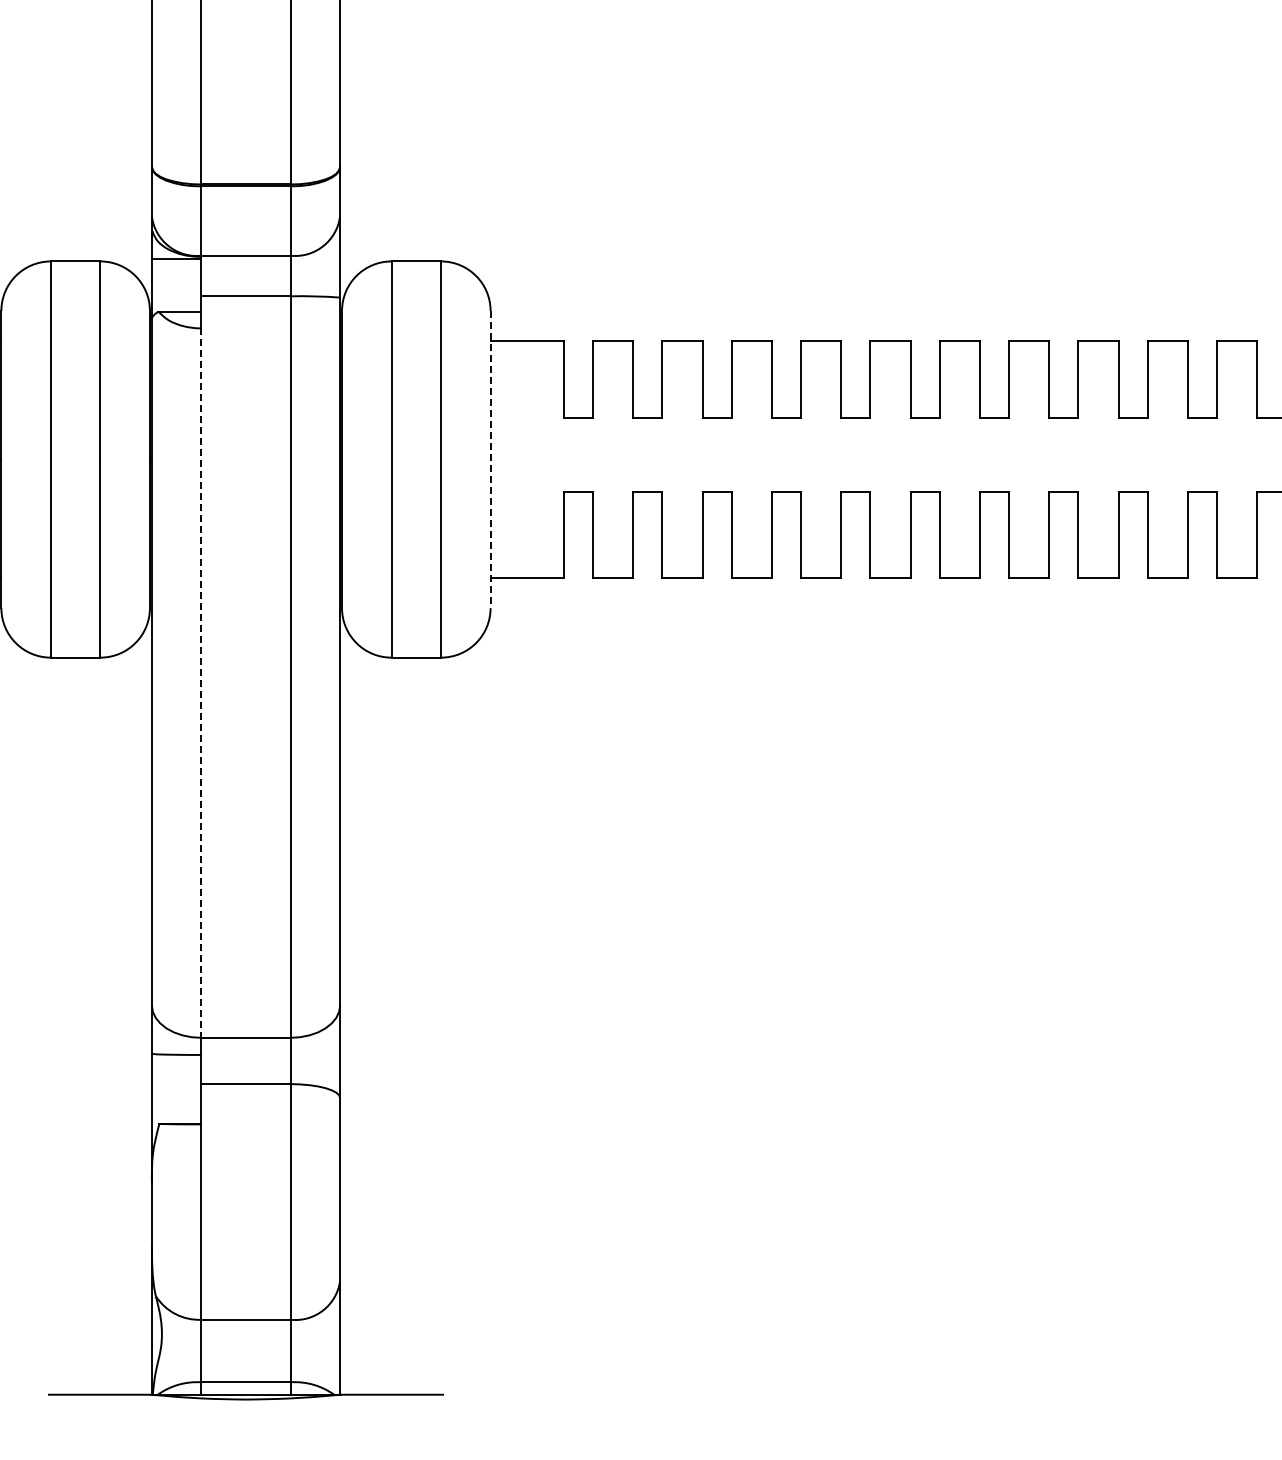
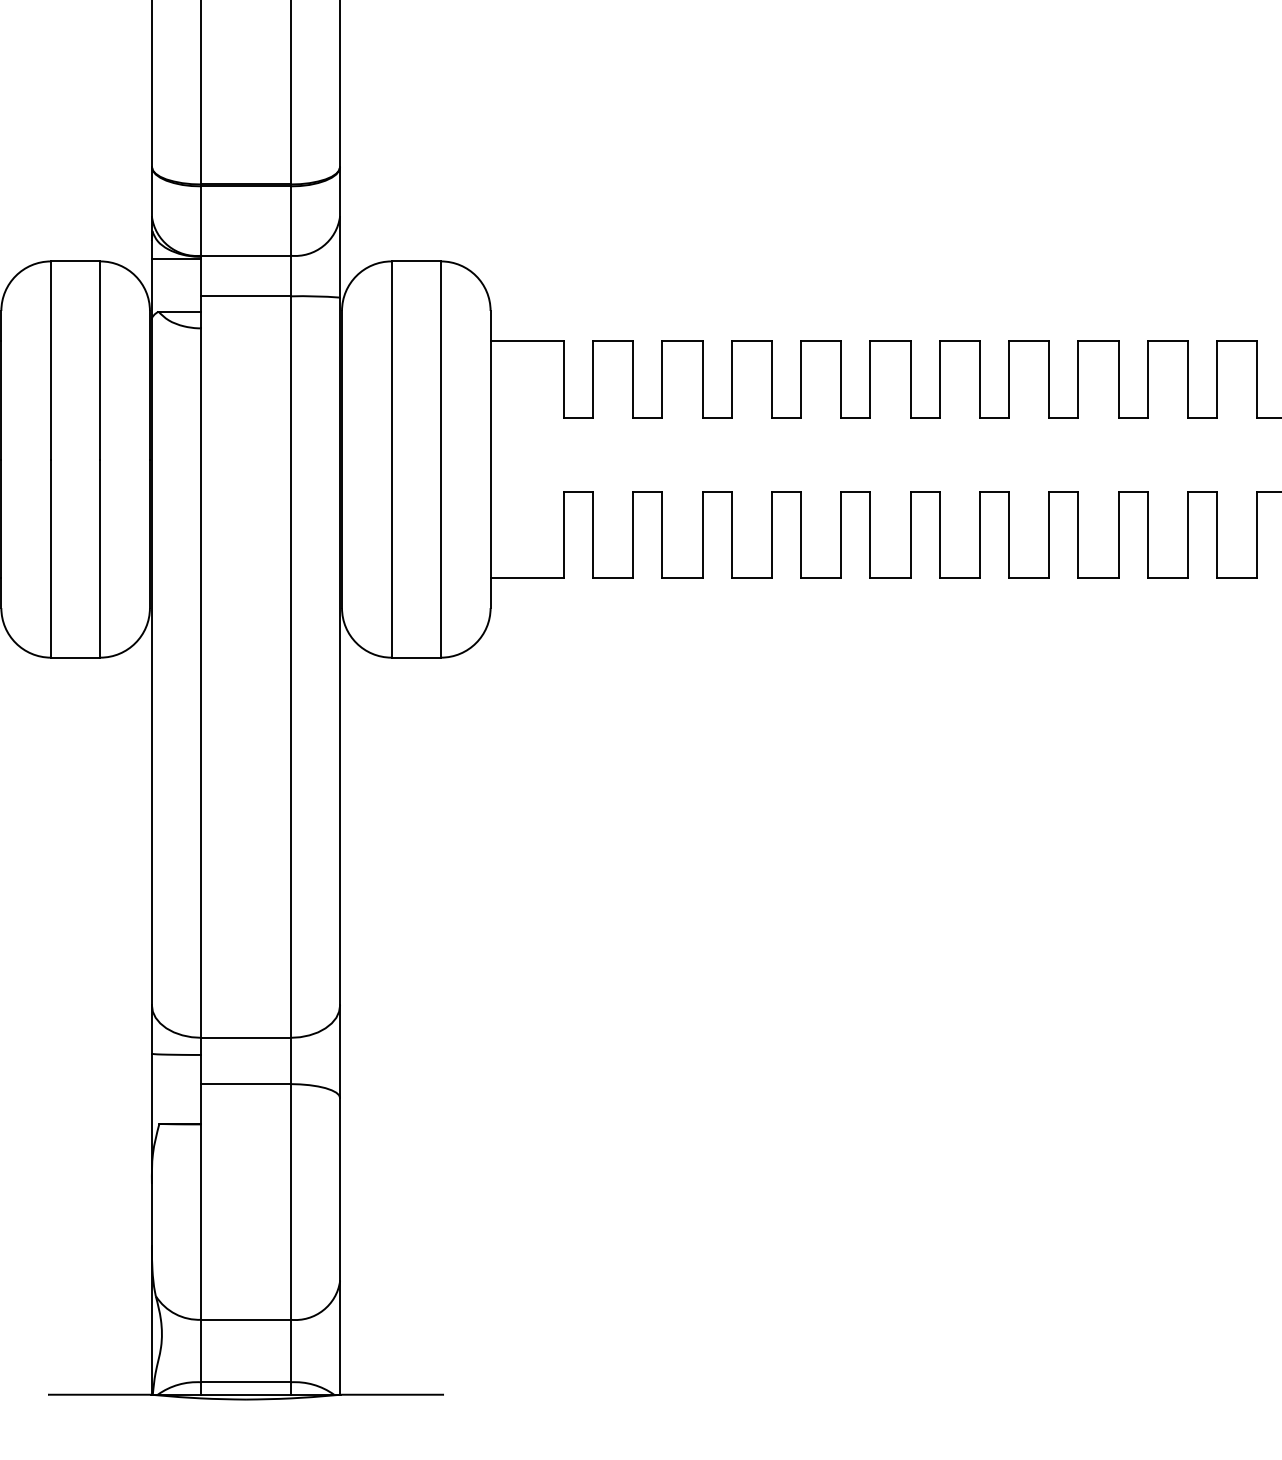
line at (490, 459): dashed -> solid
line at (201, 683): dashed -> solid
